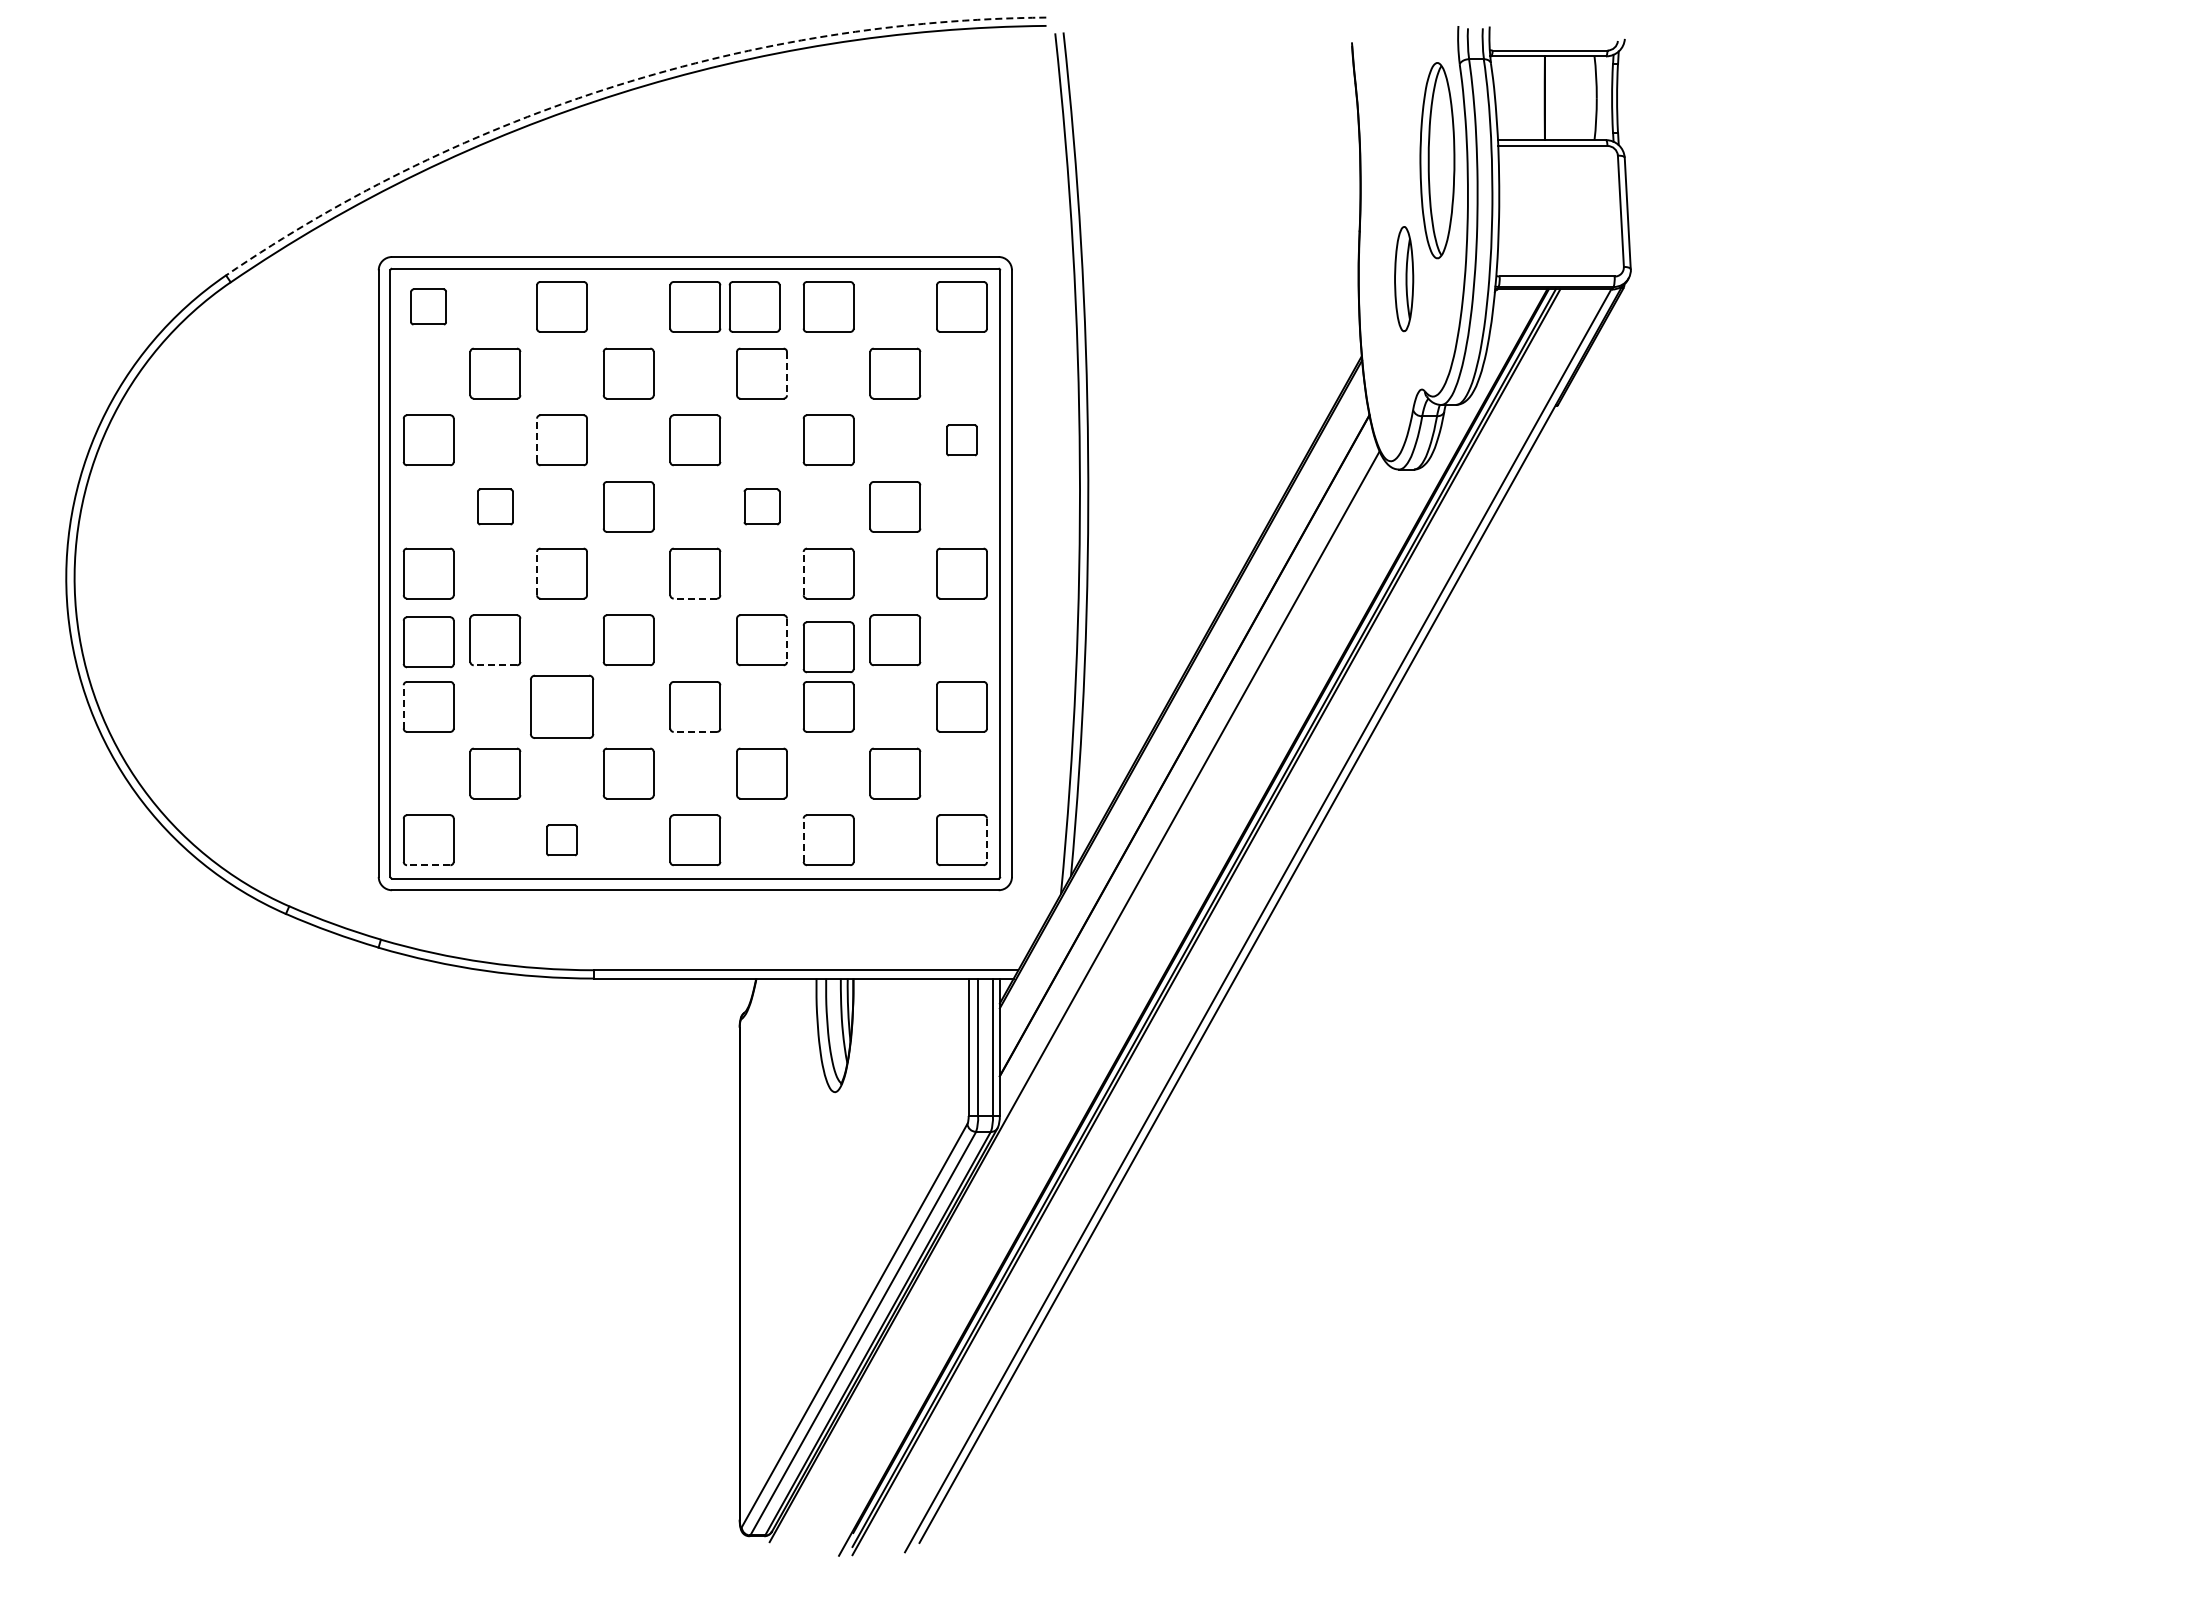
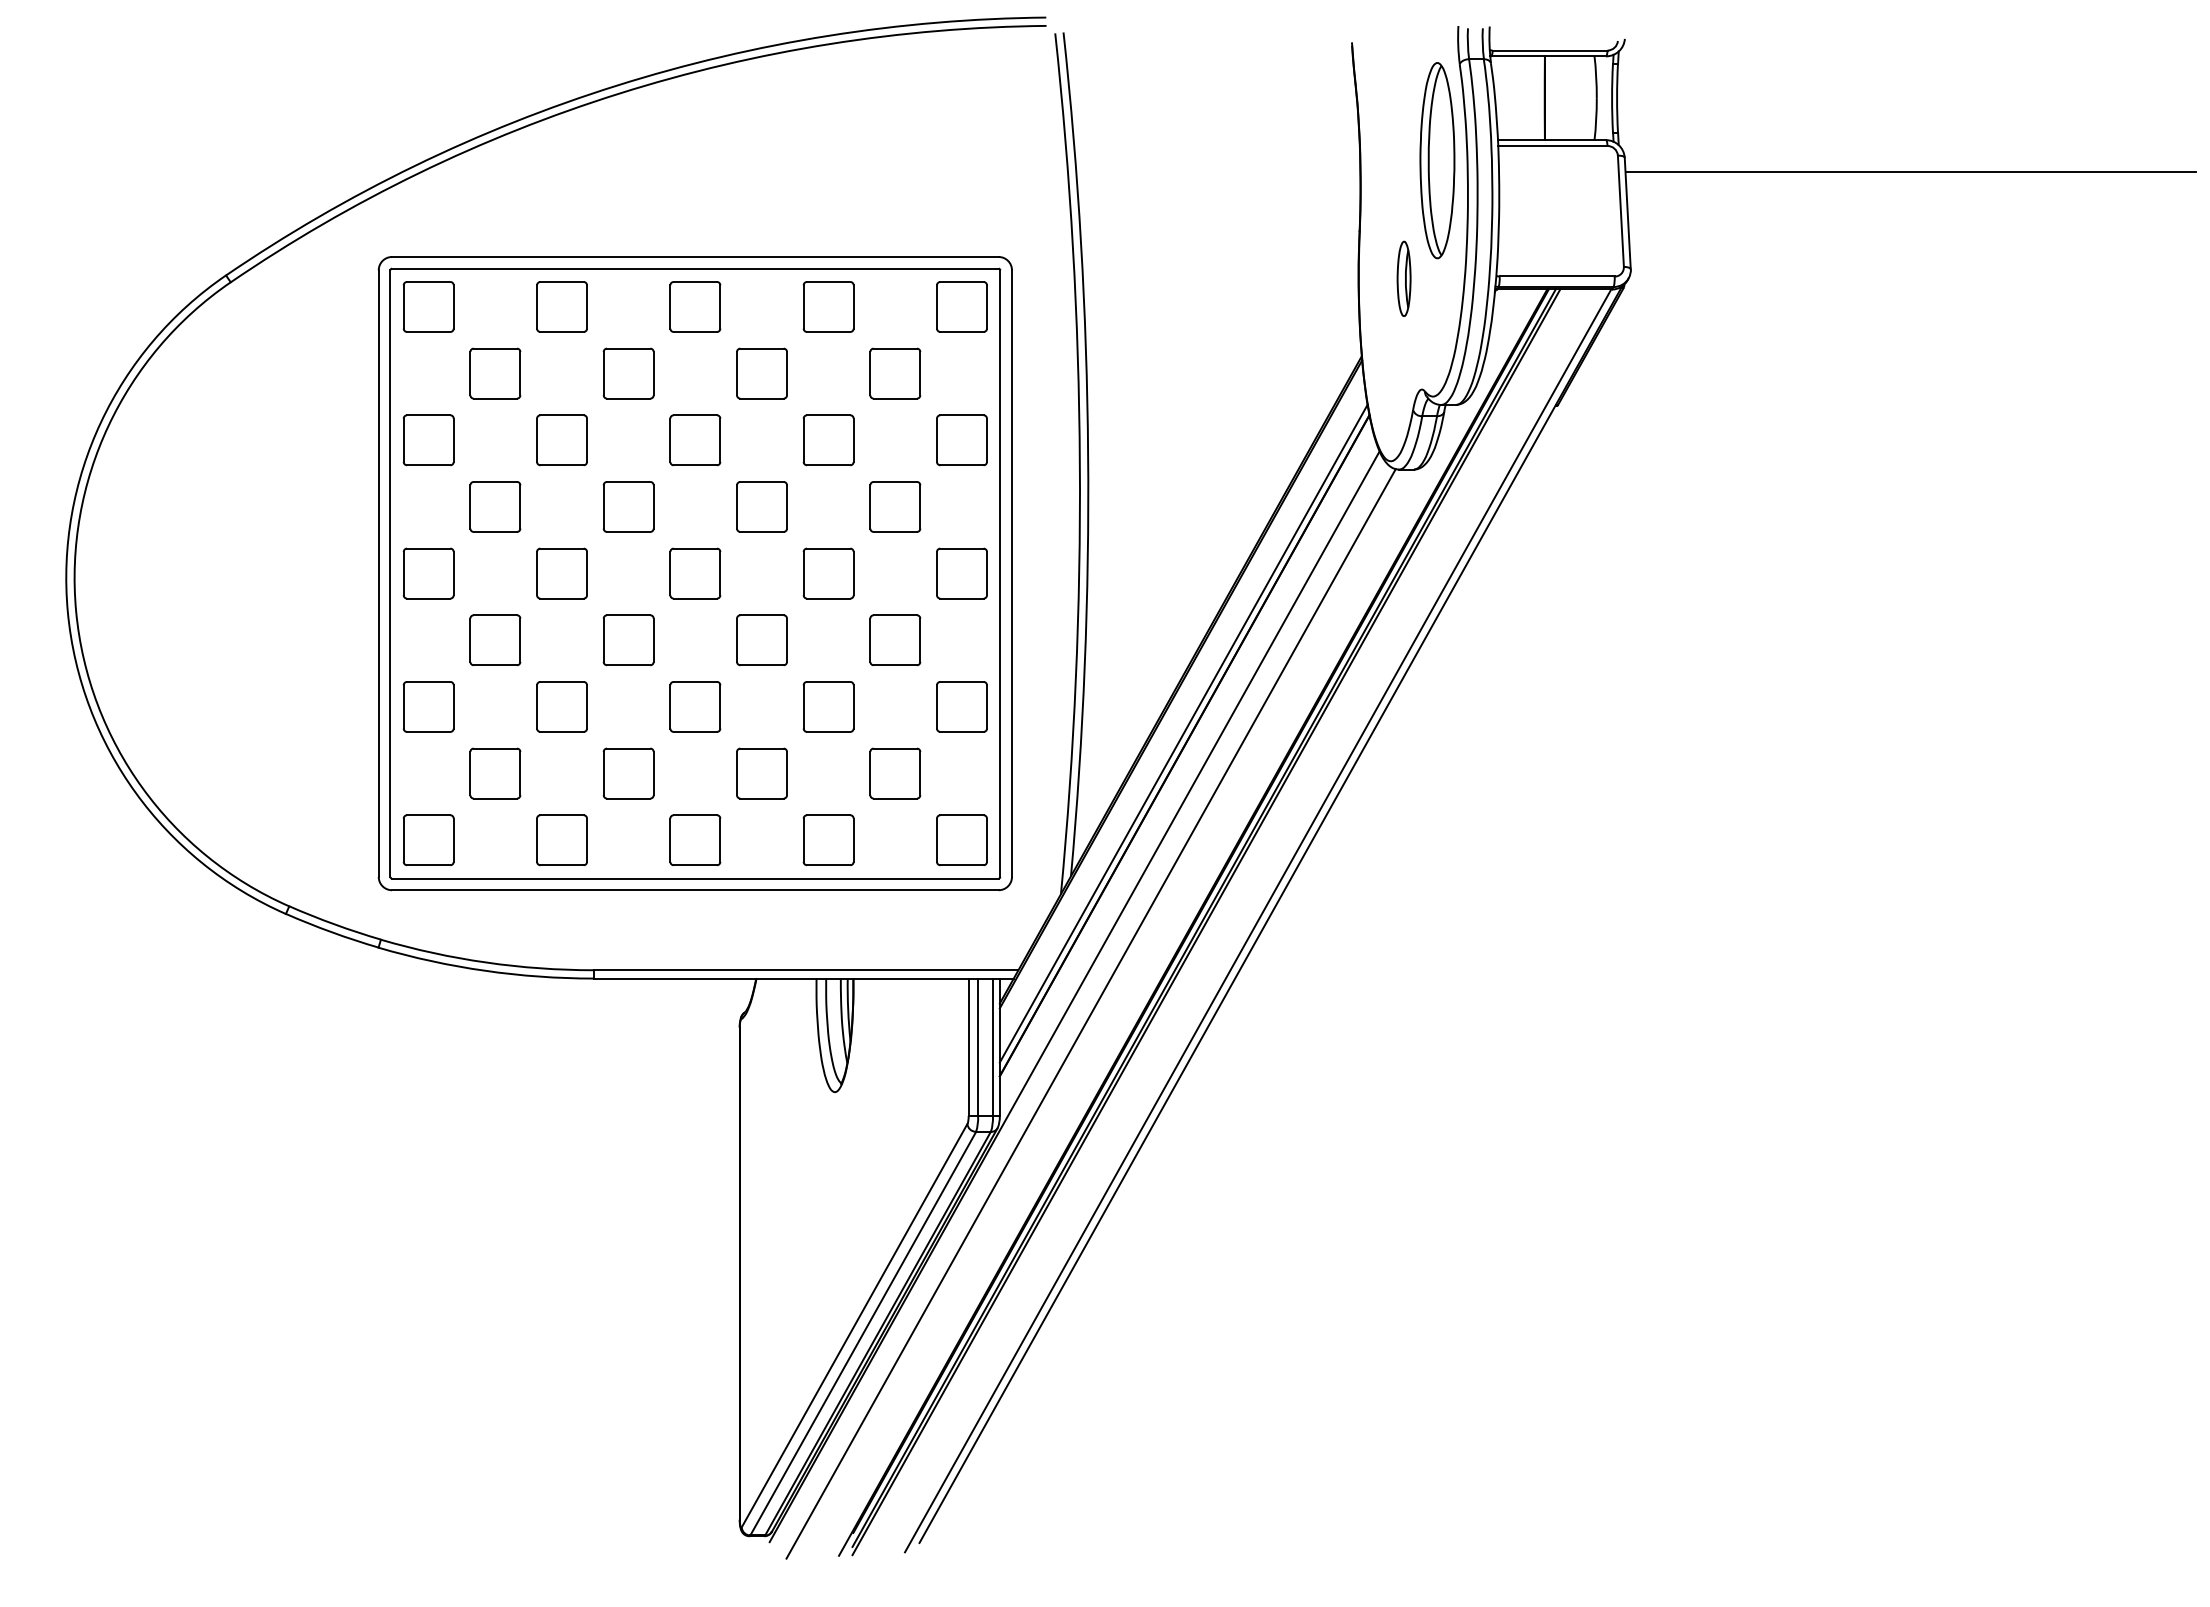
arc at (617, 85): dashed -> solid
line at (1910, 172): none -> present
part at (1404, 279) size: 21x107 px -> 16x77 px
part at (428, 306) size: 37x38 px -> 53x52 px
part at (754, 306): present -> none
line at (787, 373): dashed -> solid
line at (537, 440): dashed -> solid
part at (961, 440) size: 32x33 px -> 52x53 px
part at (495, 506) size: 37x38 px -> 53x52 px
part at (761, 506) size: 38x38 px -> 52x52 px
line at (537, 573): dashed -> solid
line at (803, 573): dashed -> solid
line at (695, 598): dashed -> solid
line at (787, 640): dashed -> solid
part at (428, 642): present -> none
part at (828, 647): present -> none
line at (495, 665): dashed -> solid
line at (403, 706): dashed -> solid
part at (562, 706) size: 65x65 px -> 52x52 px
line at (695, 731): dashed -> solid
line at (1183, 733): none -> present
part at (561, 840) size: 32x33 px -> 52x53 px
line at (803, 840): dashed -> solid
line at (986, 840): dashed -> solid
line at (428, 865): dashed -> solid
line at (1090, 1013): none -> present
